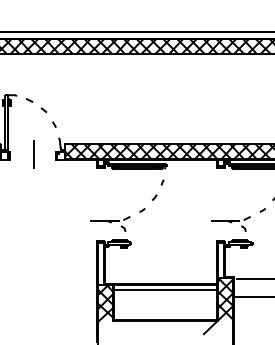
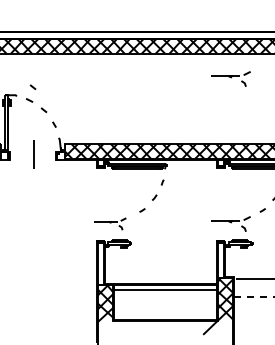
part at (230, 78): none -> present
line at (32, 87): none -> present
part at (110, 223) size: 41x16 px -> 33x14 px
line at (254, 296): solid -> dashed
